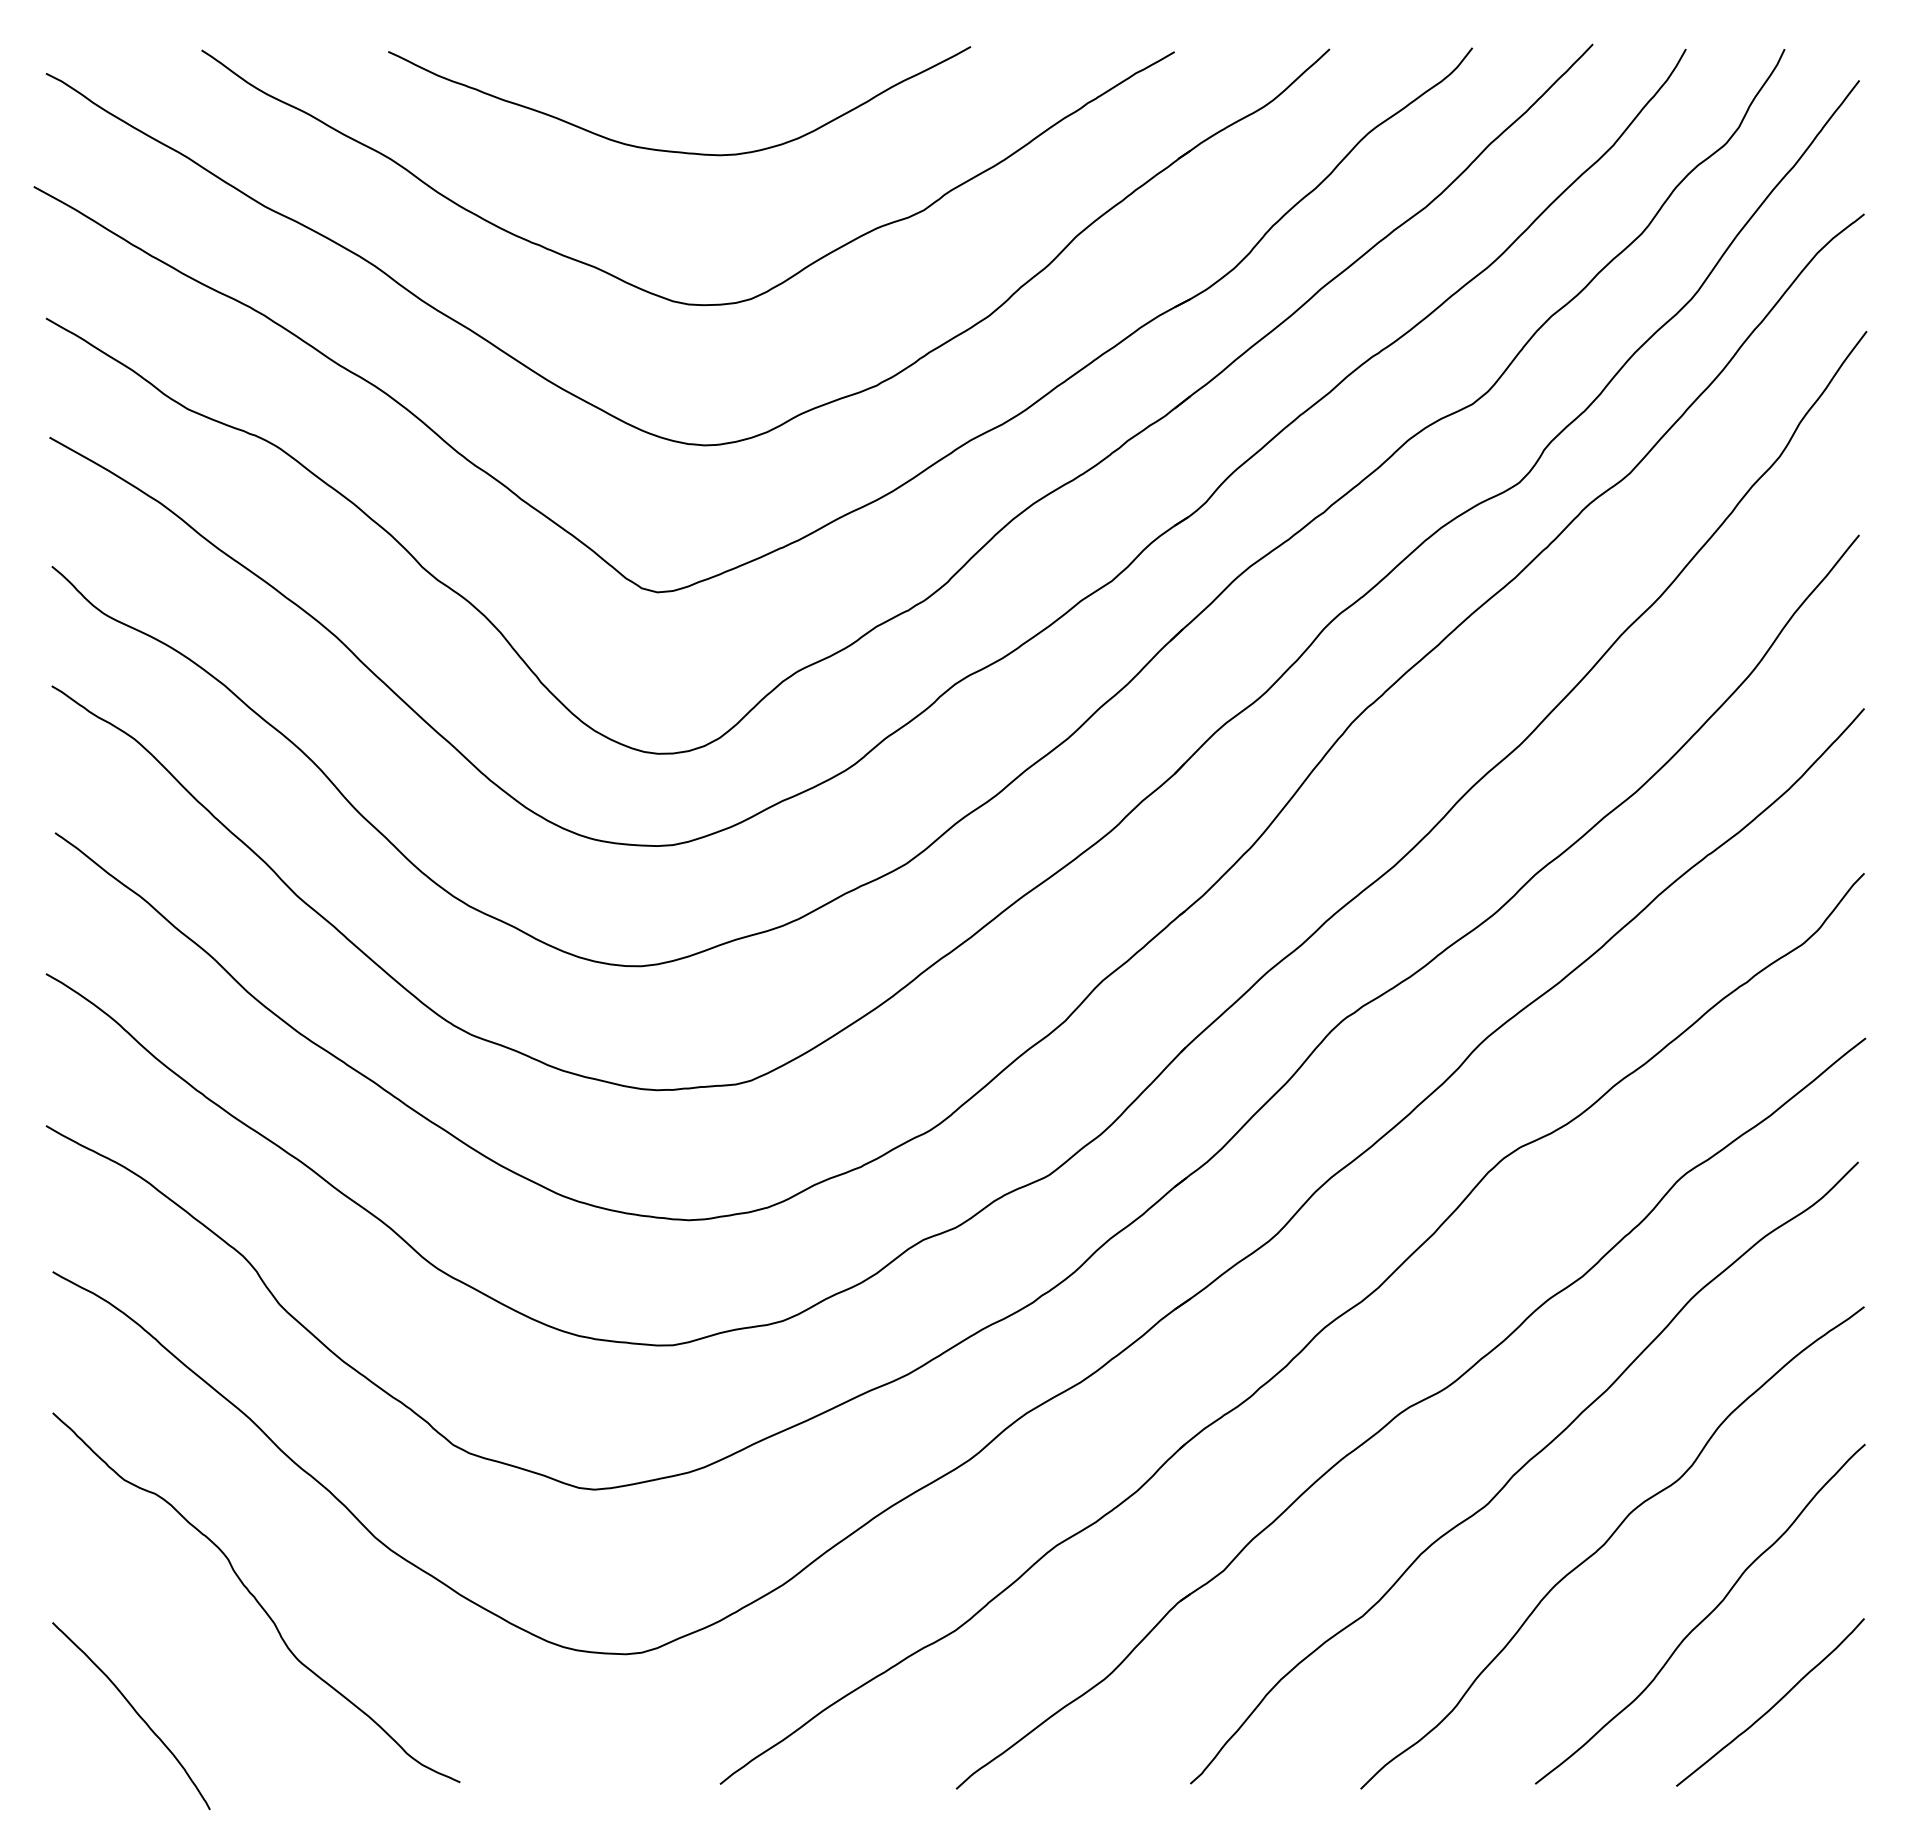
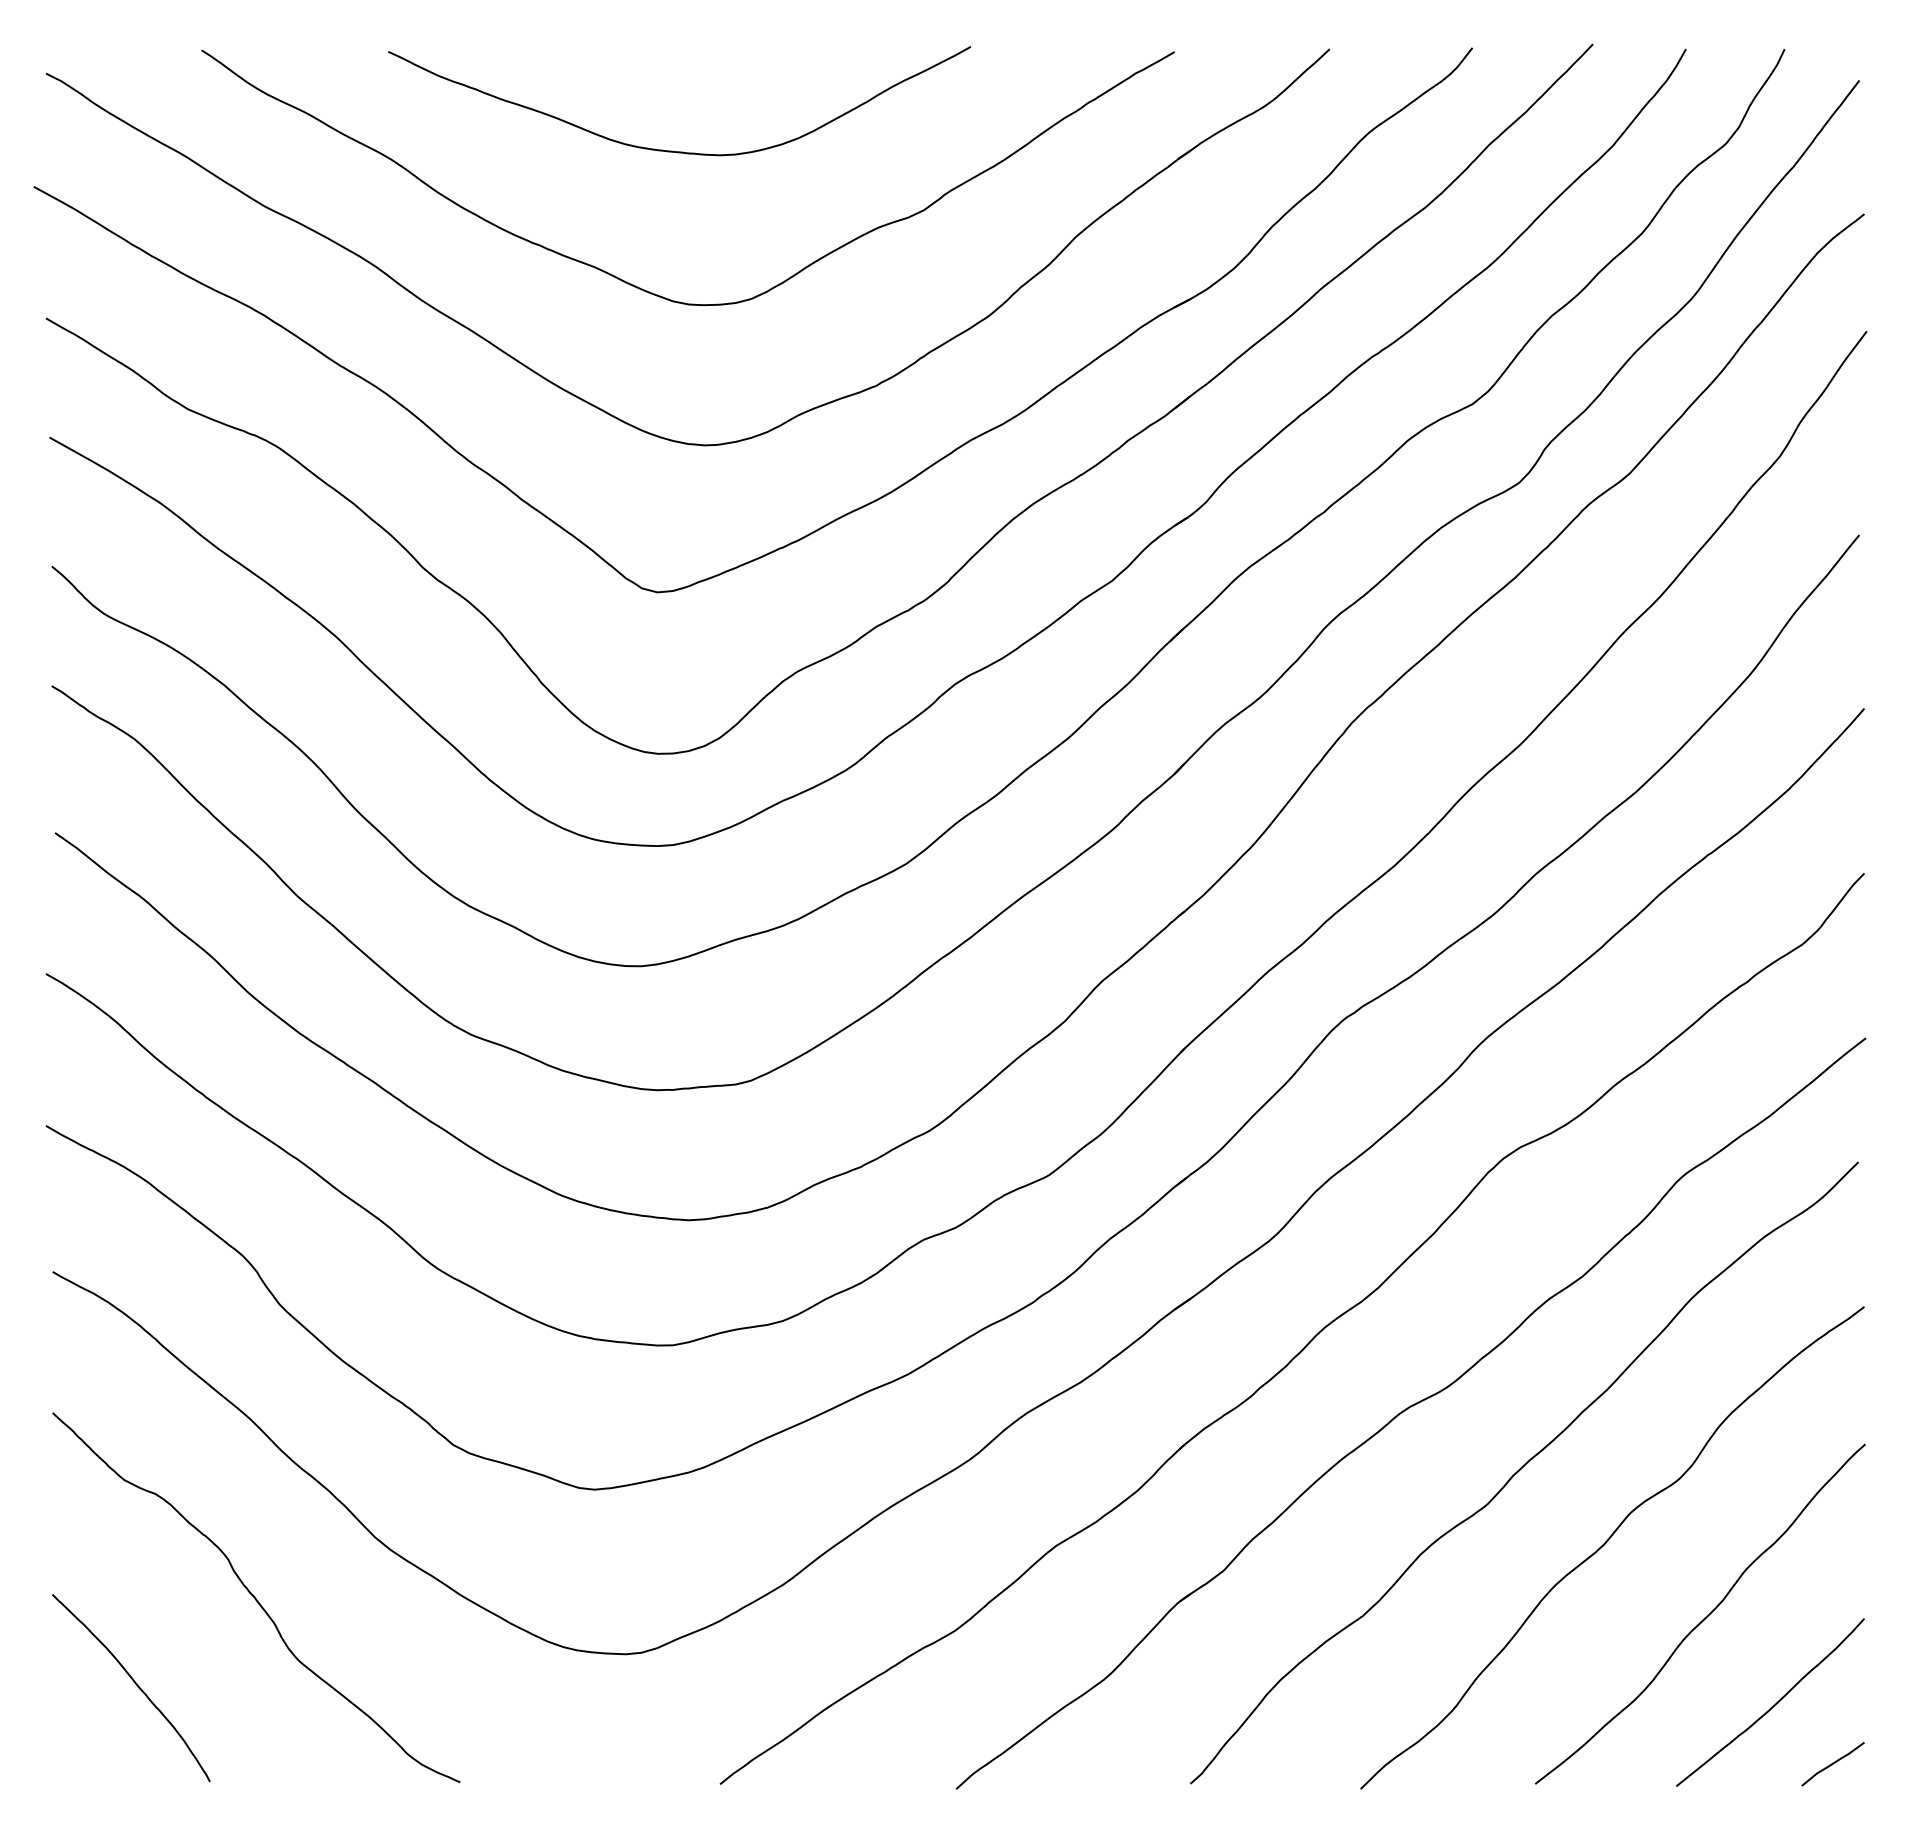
curve at (135, 1712) position: (135, 1712) -> (135, 1684)
curve at (1832, 1764): none -> present
